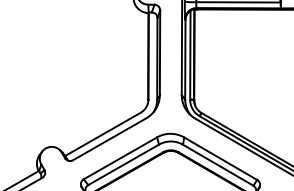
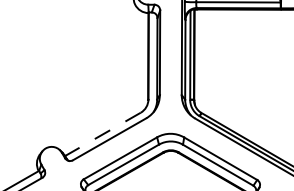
line at (102, 134): solid -> dashed
